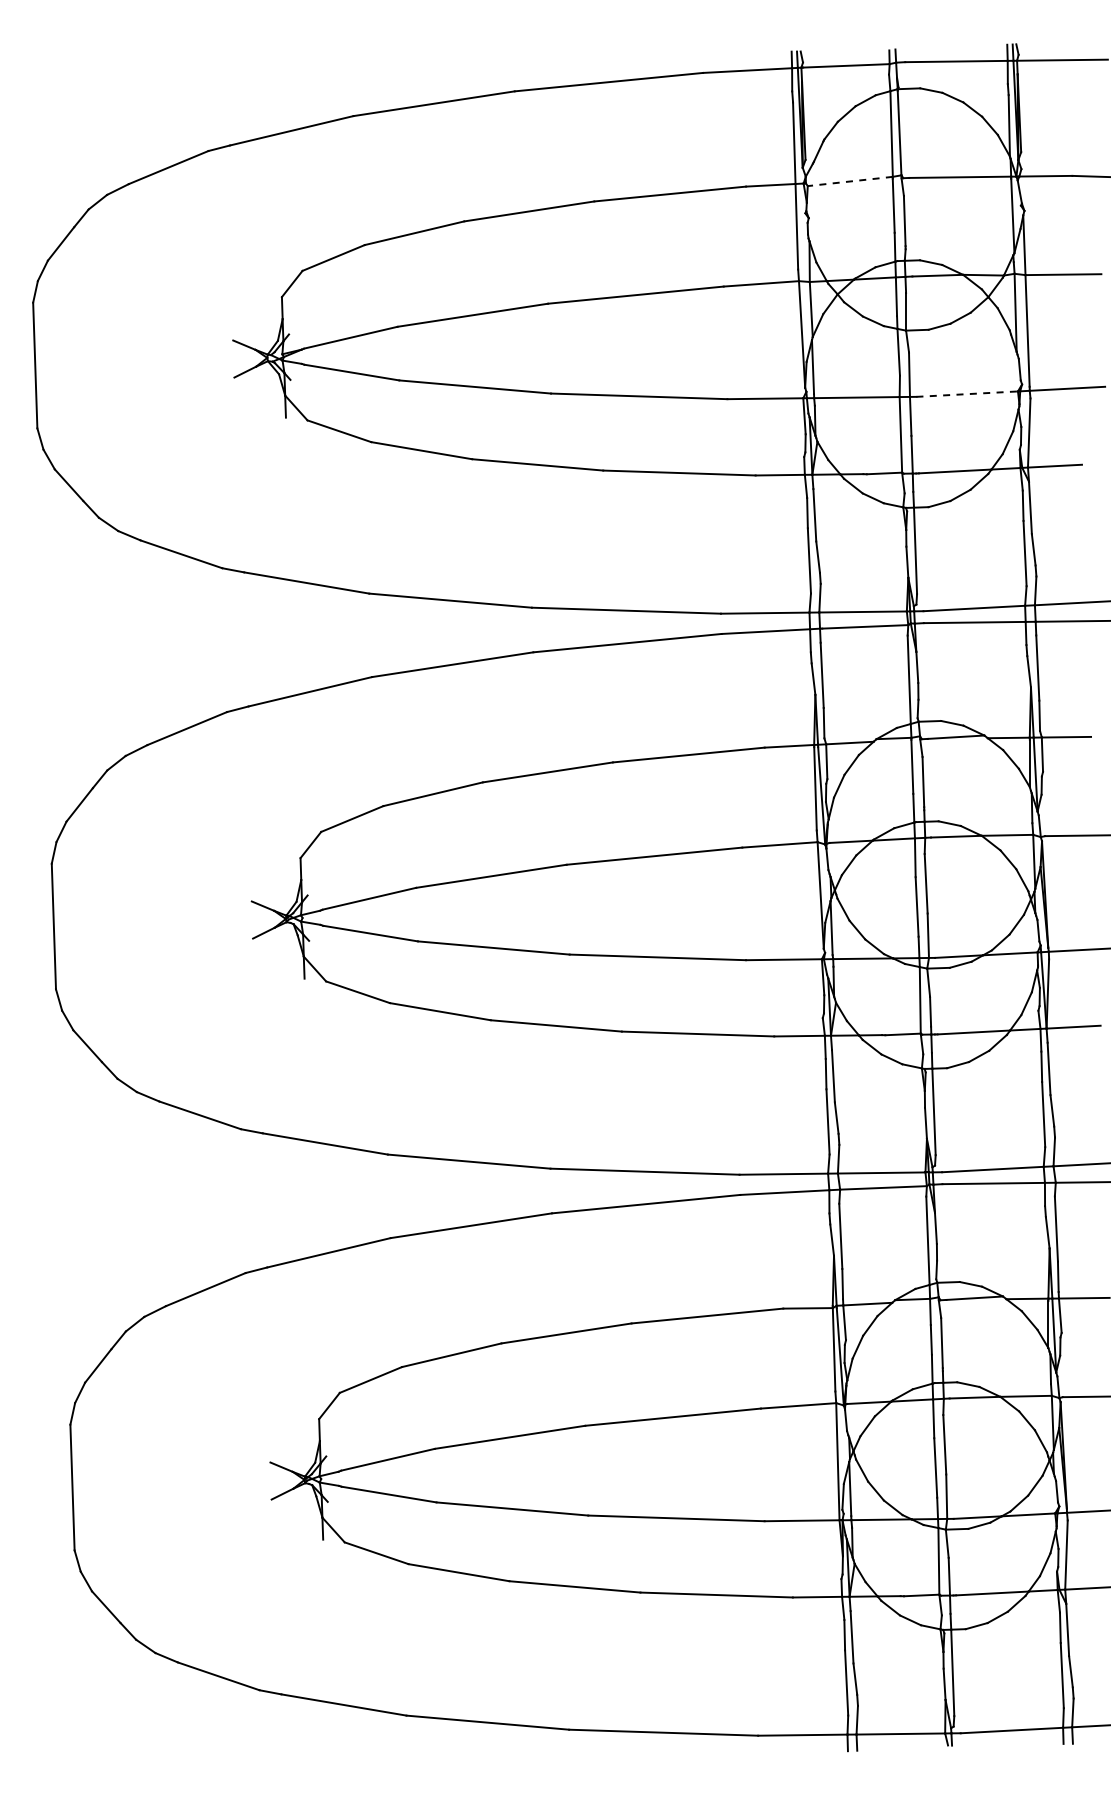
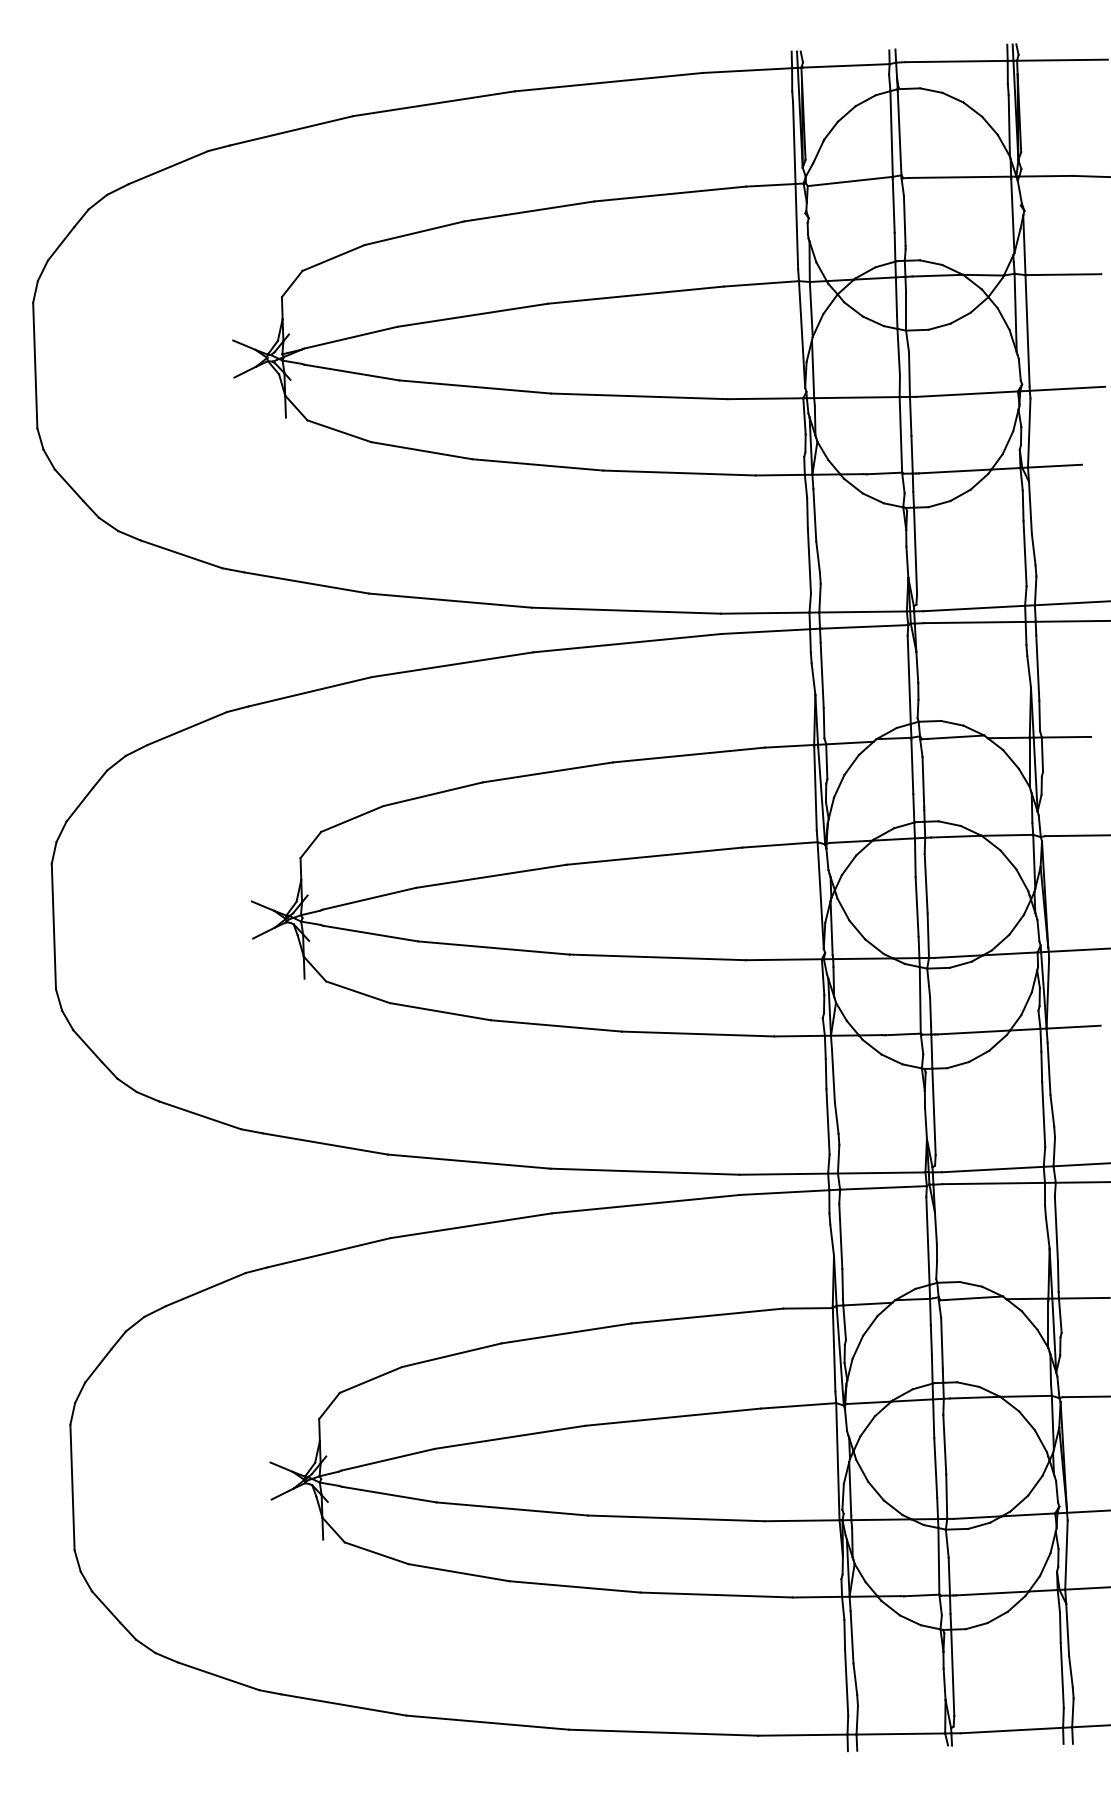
line at (850, 181): dashed -> solid
line at (967, 394): dashed -> solid
